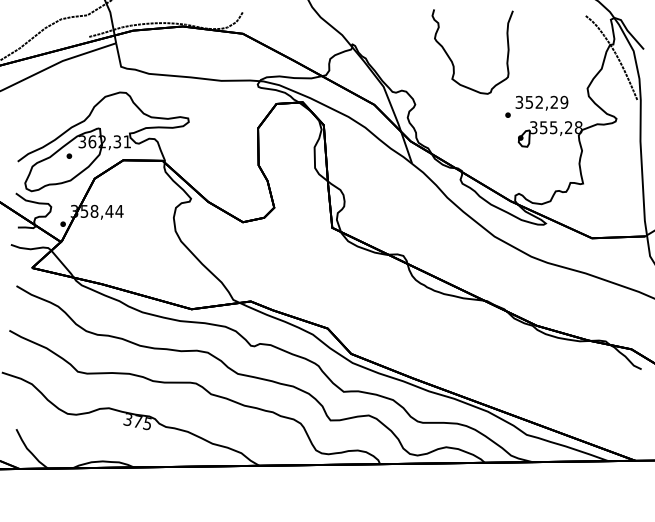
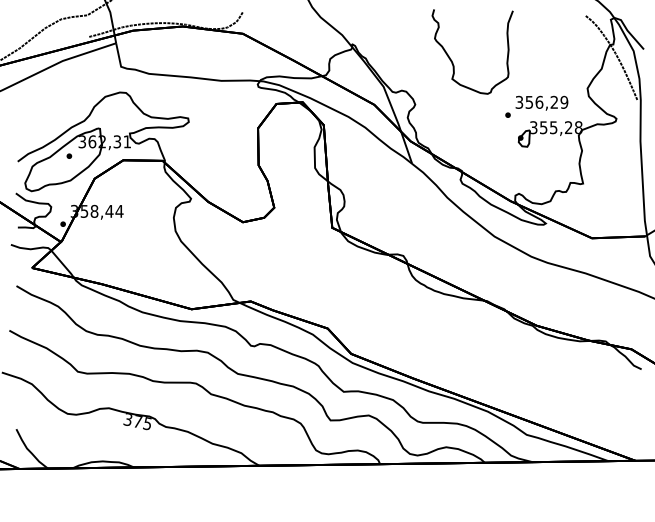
text at (539, 101): 352,29 -> 356,29
